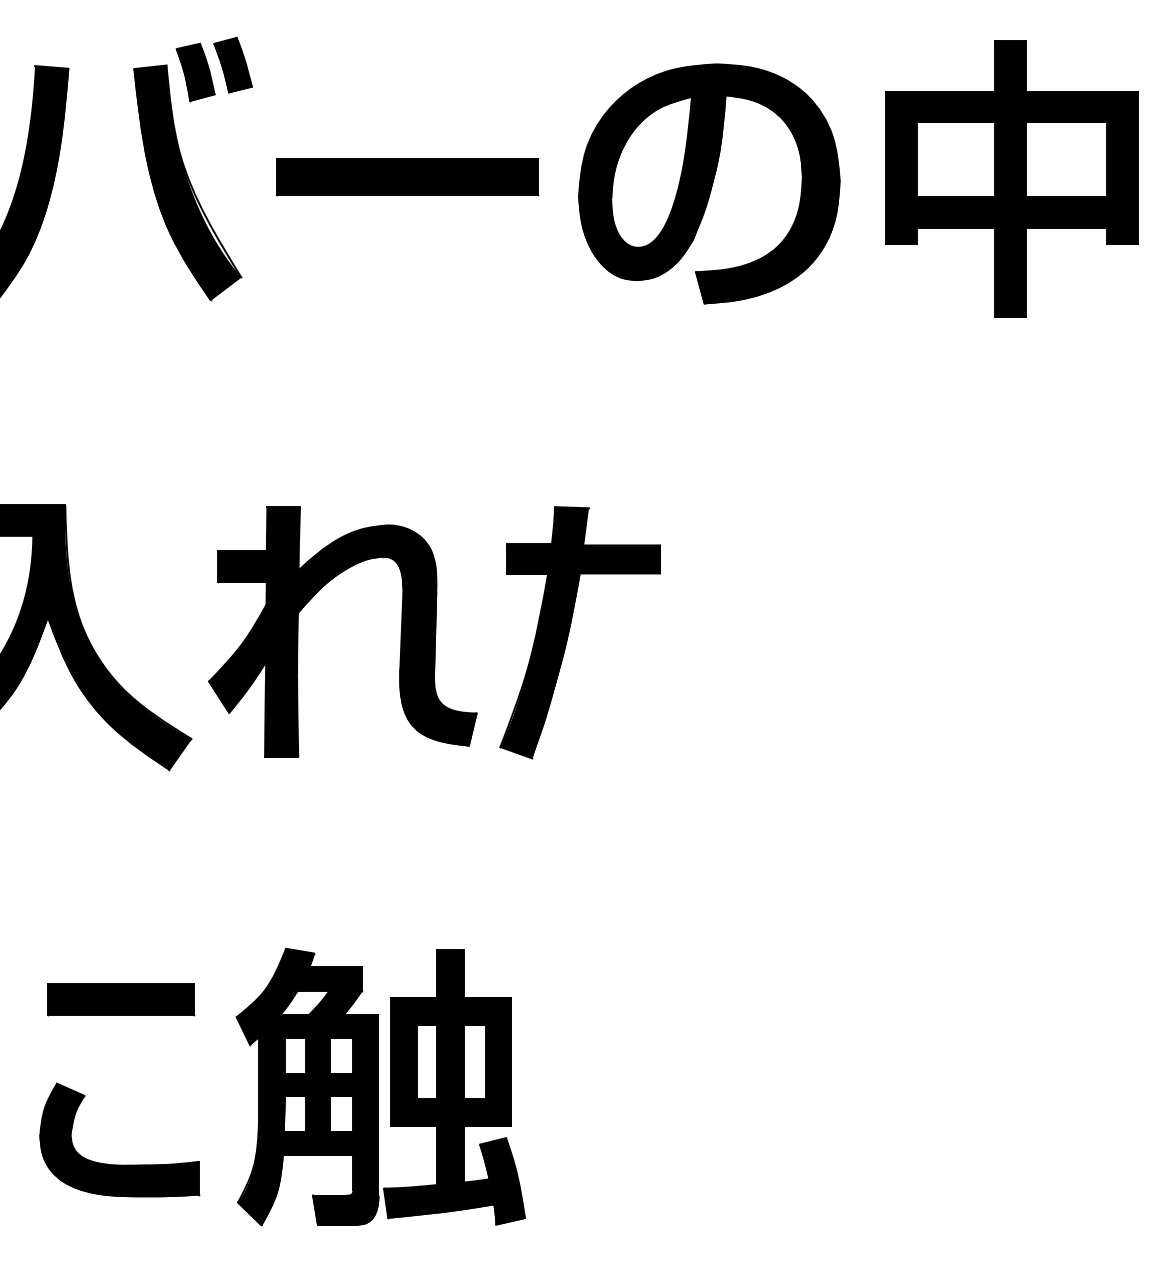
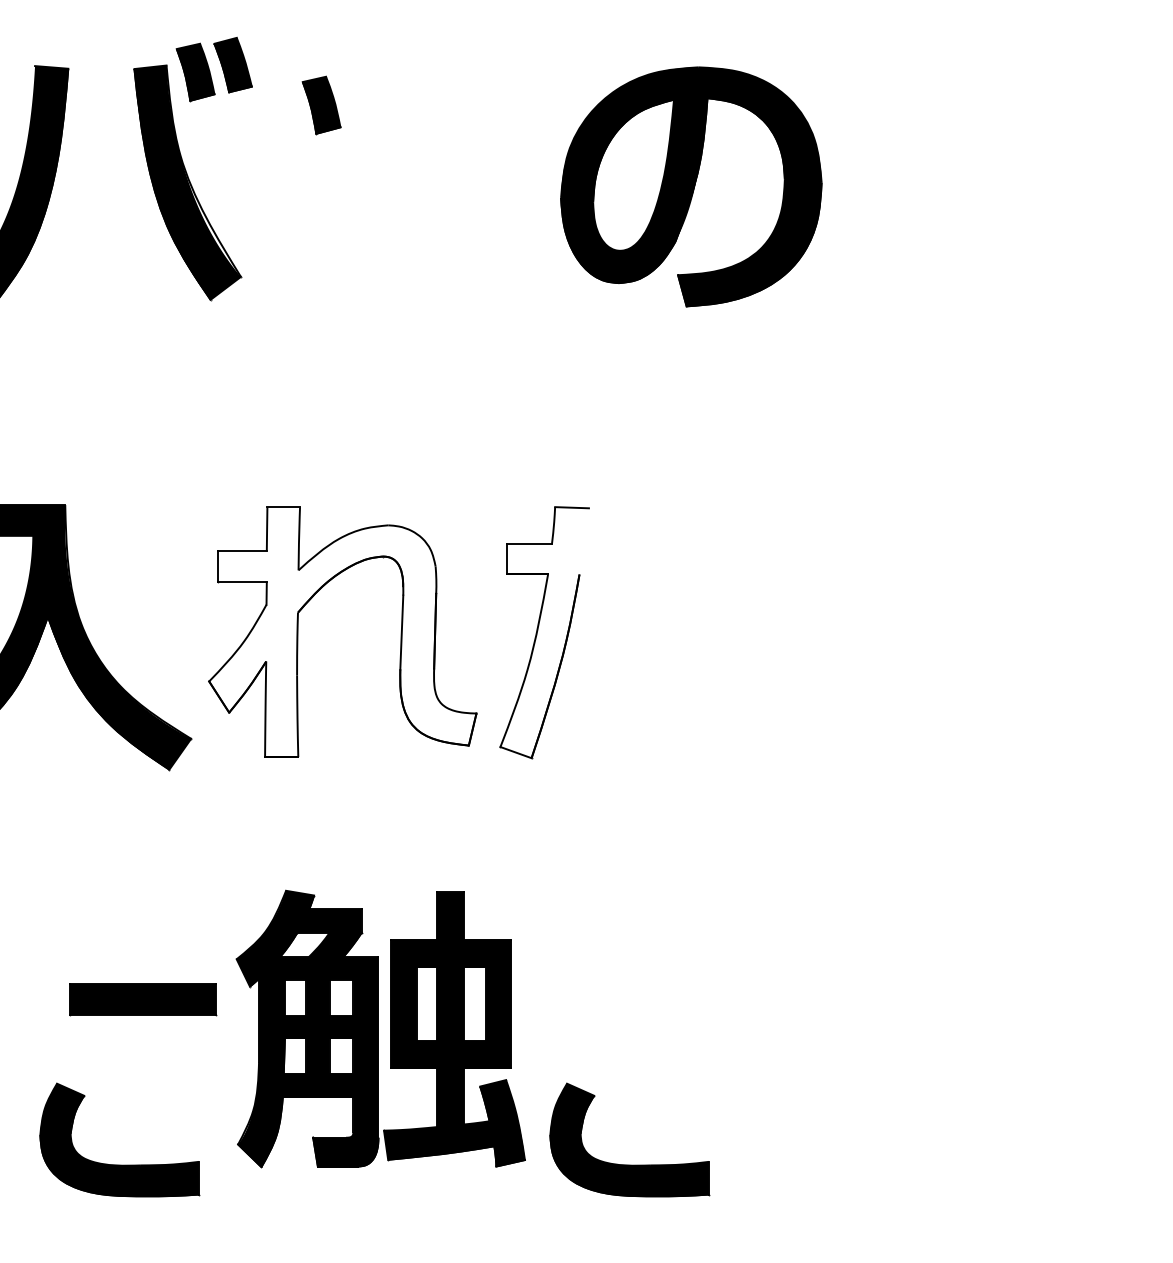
part at (321, 105): none -> present
part at (407, 177): present -> none
part at (1011, 178): present -> none
part at (709, 183) position: (709, 183) -> (691, 186)
fill at (342, 632): present -> none
fill at (580, 632): present -> none
part at (121, 999) position: (121, 999) -> (143, 999)
part at (380, 1086) position: (380, 1086) -> (380, 1028)
part at (629, 1164): none -> present
